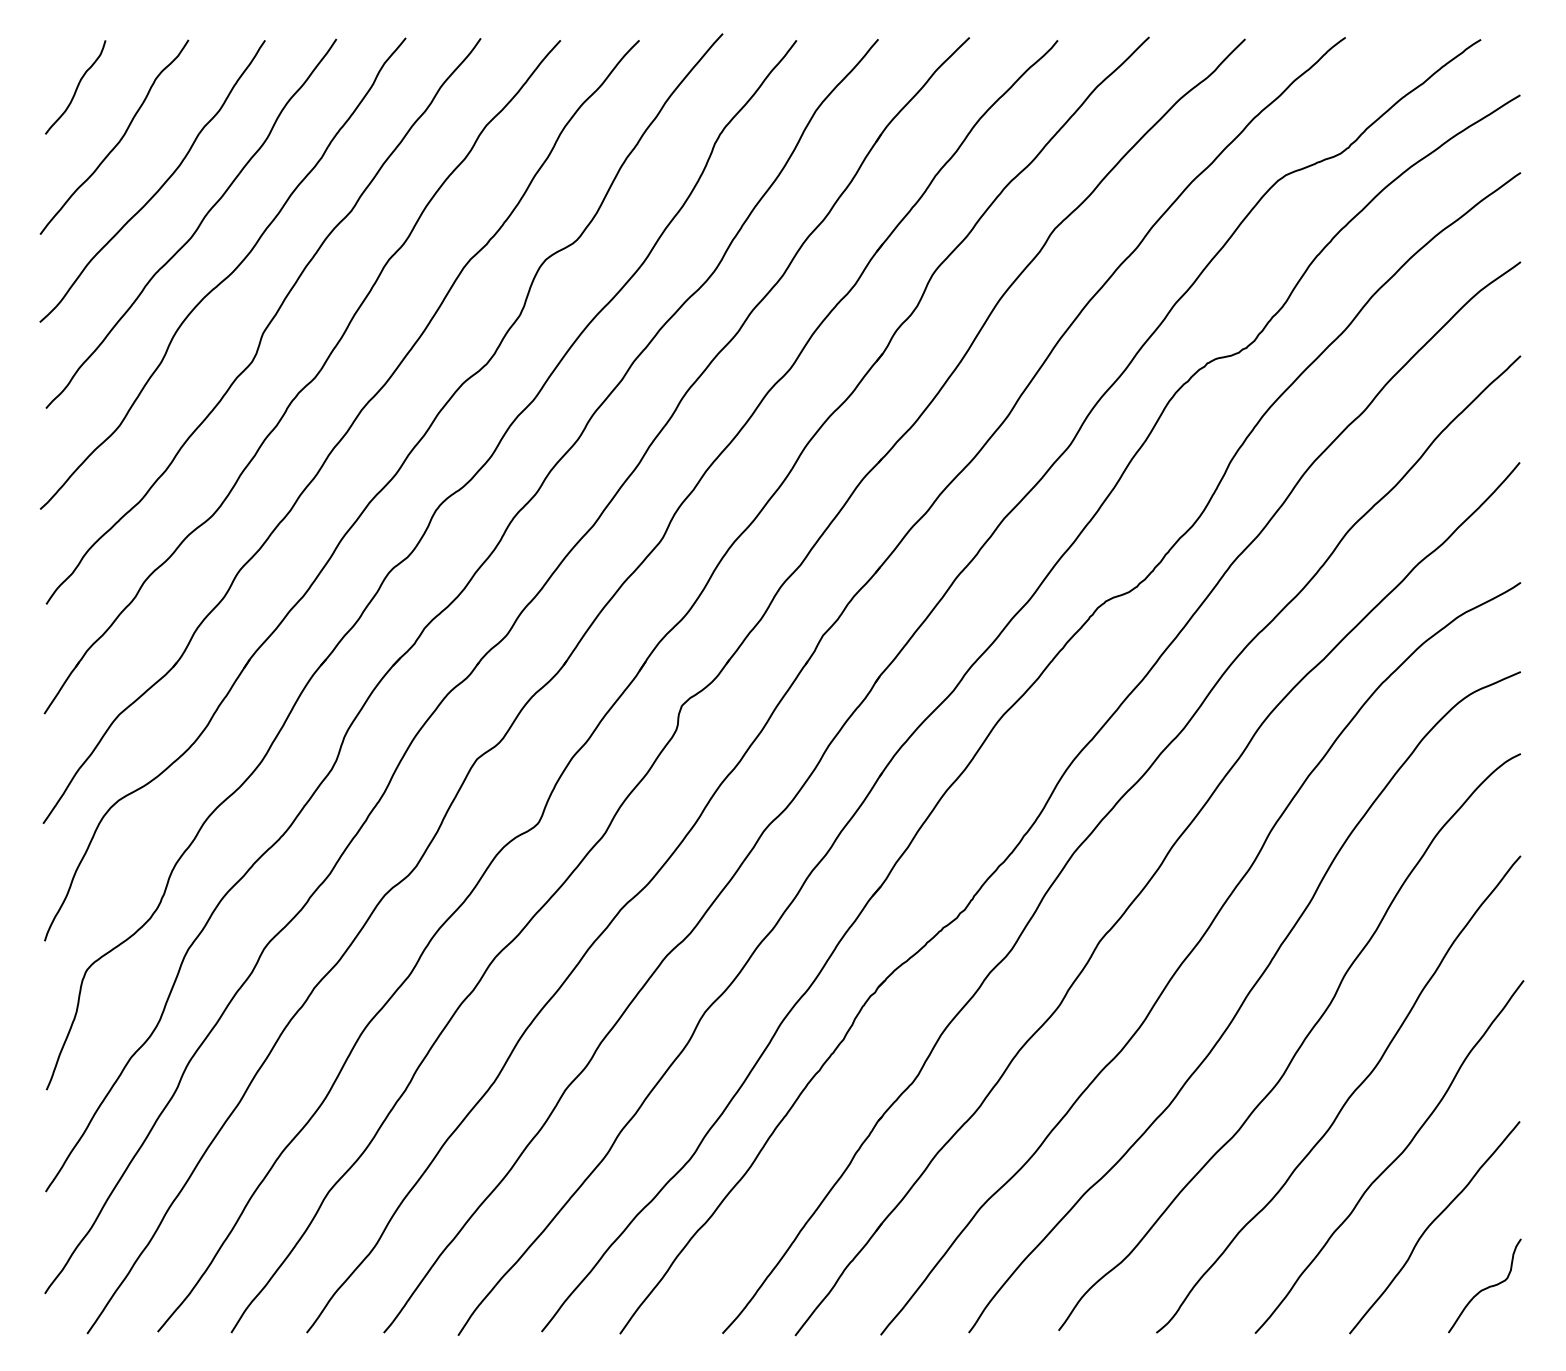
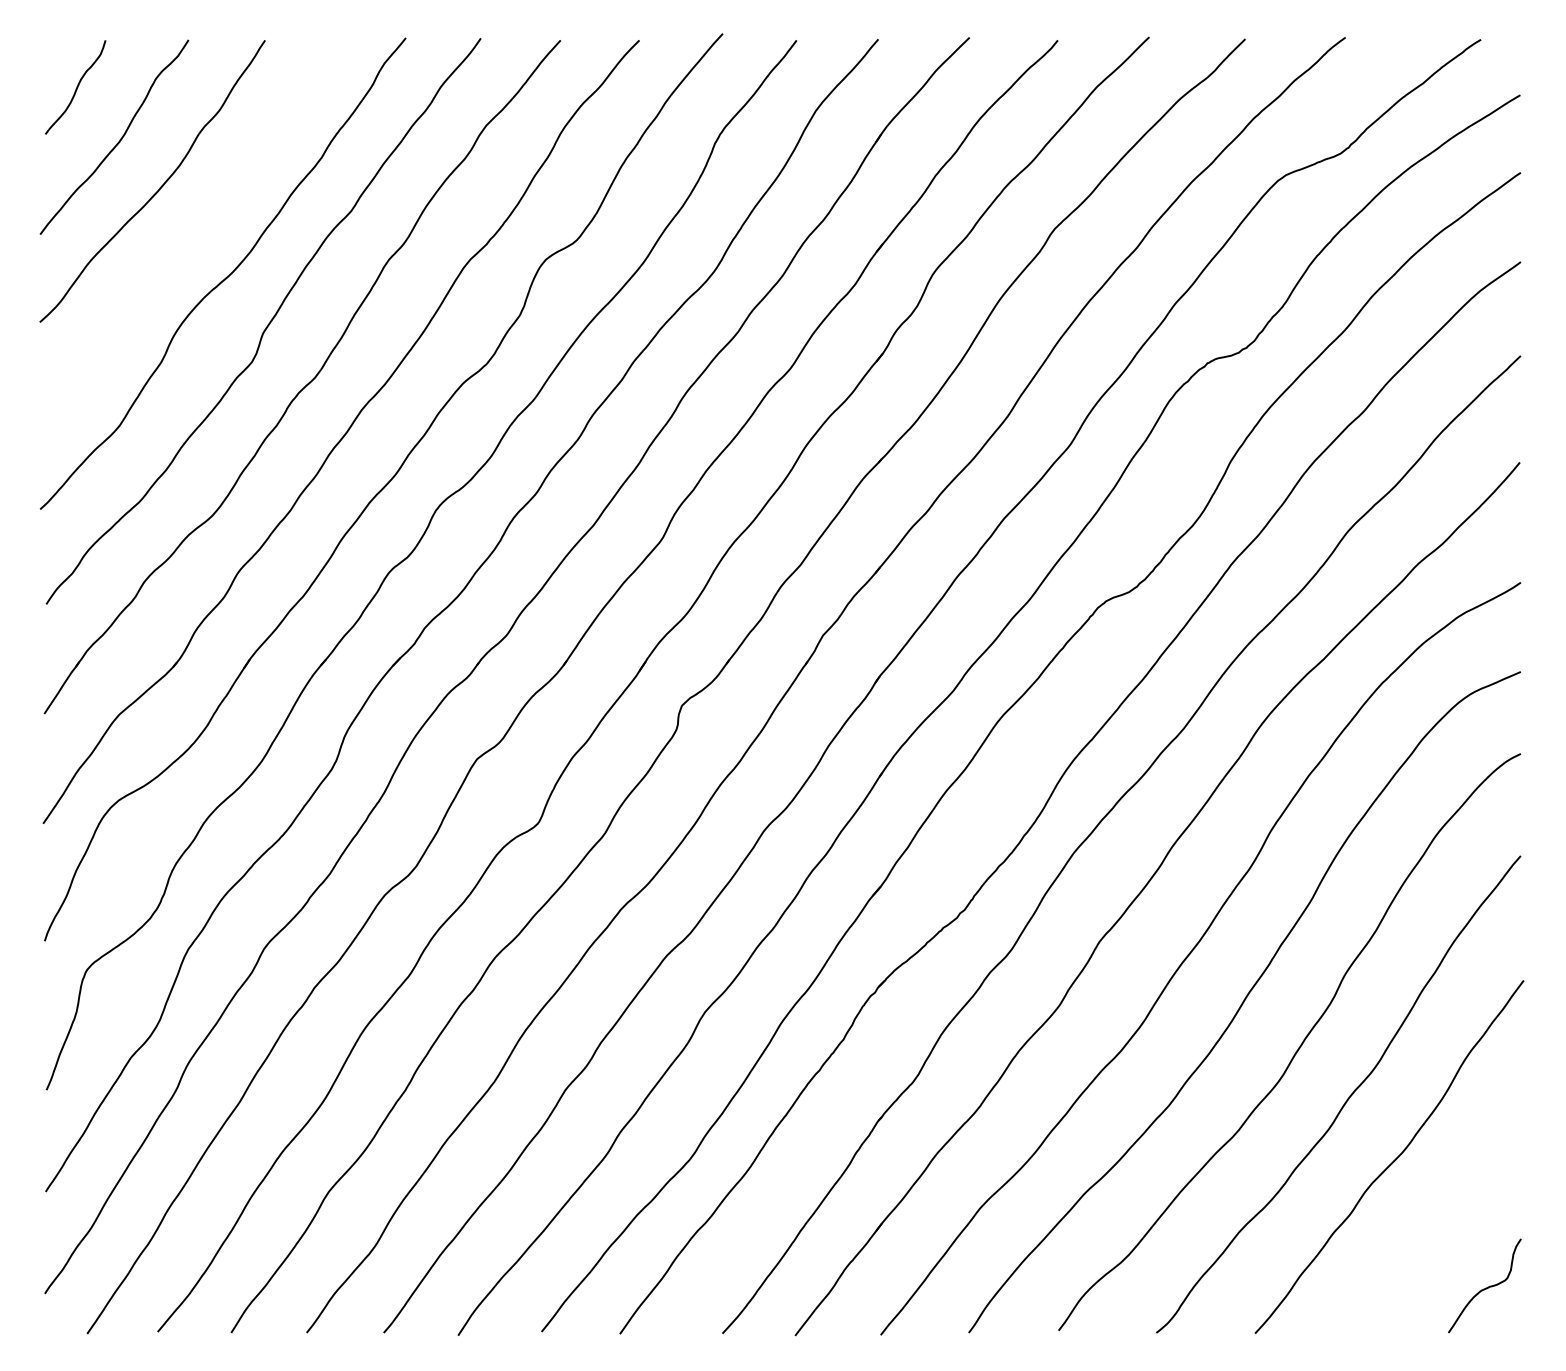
curve at (197, 226): present -> none
curve at (1431, 1224): present -> none
